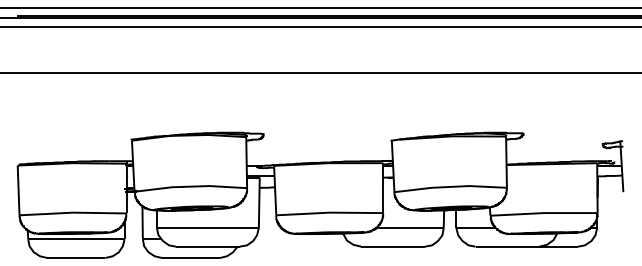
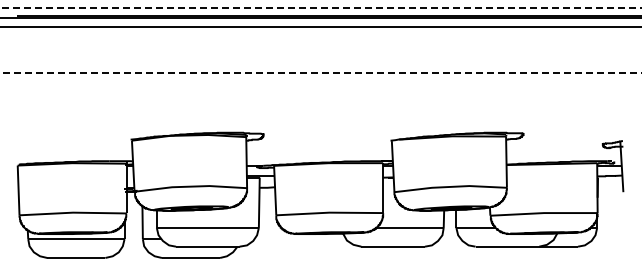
line at (321, 8): solid -> dashed
line at (321, 73): solid -> dashed
